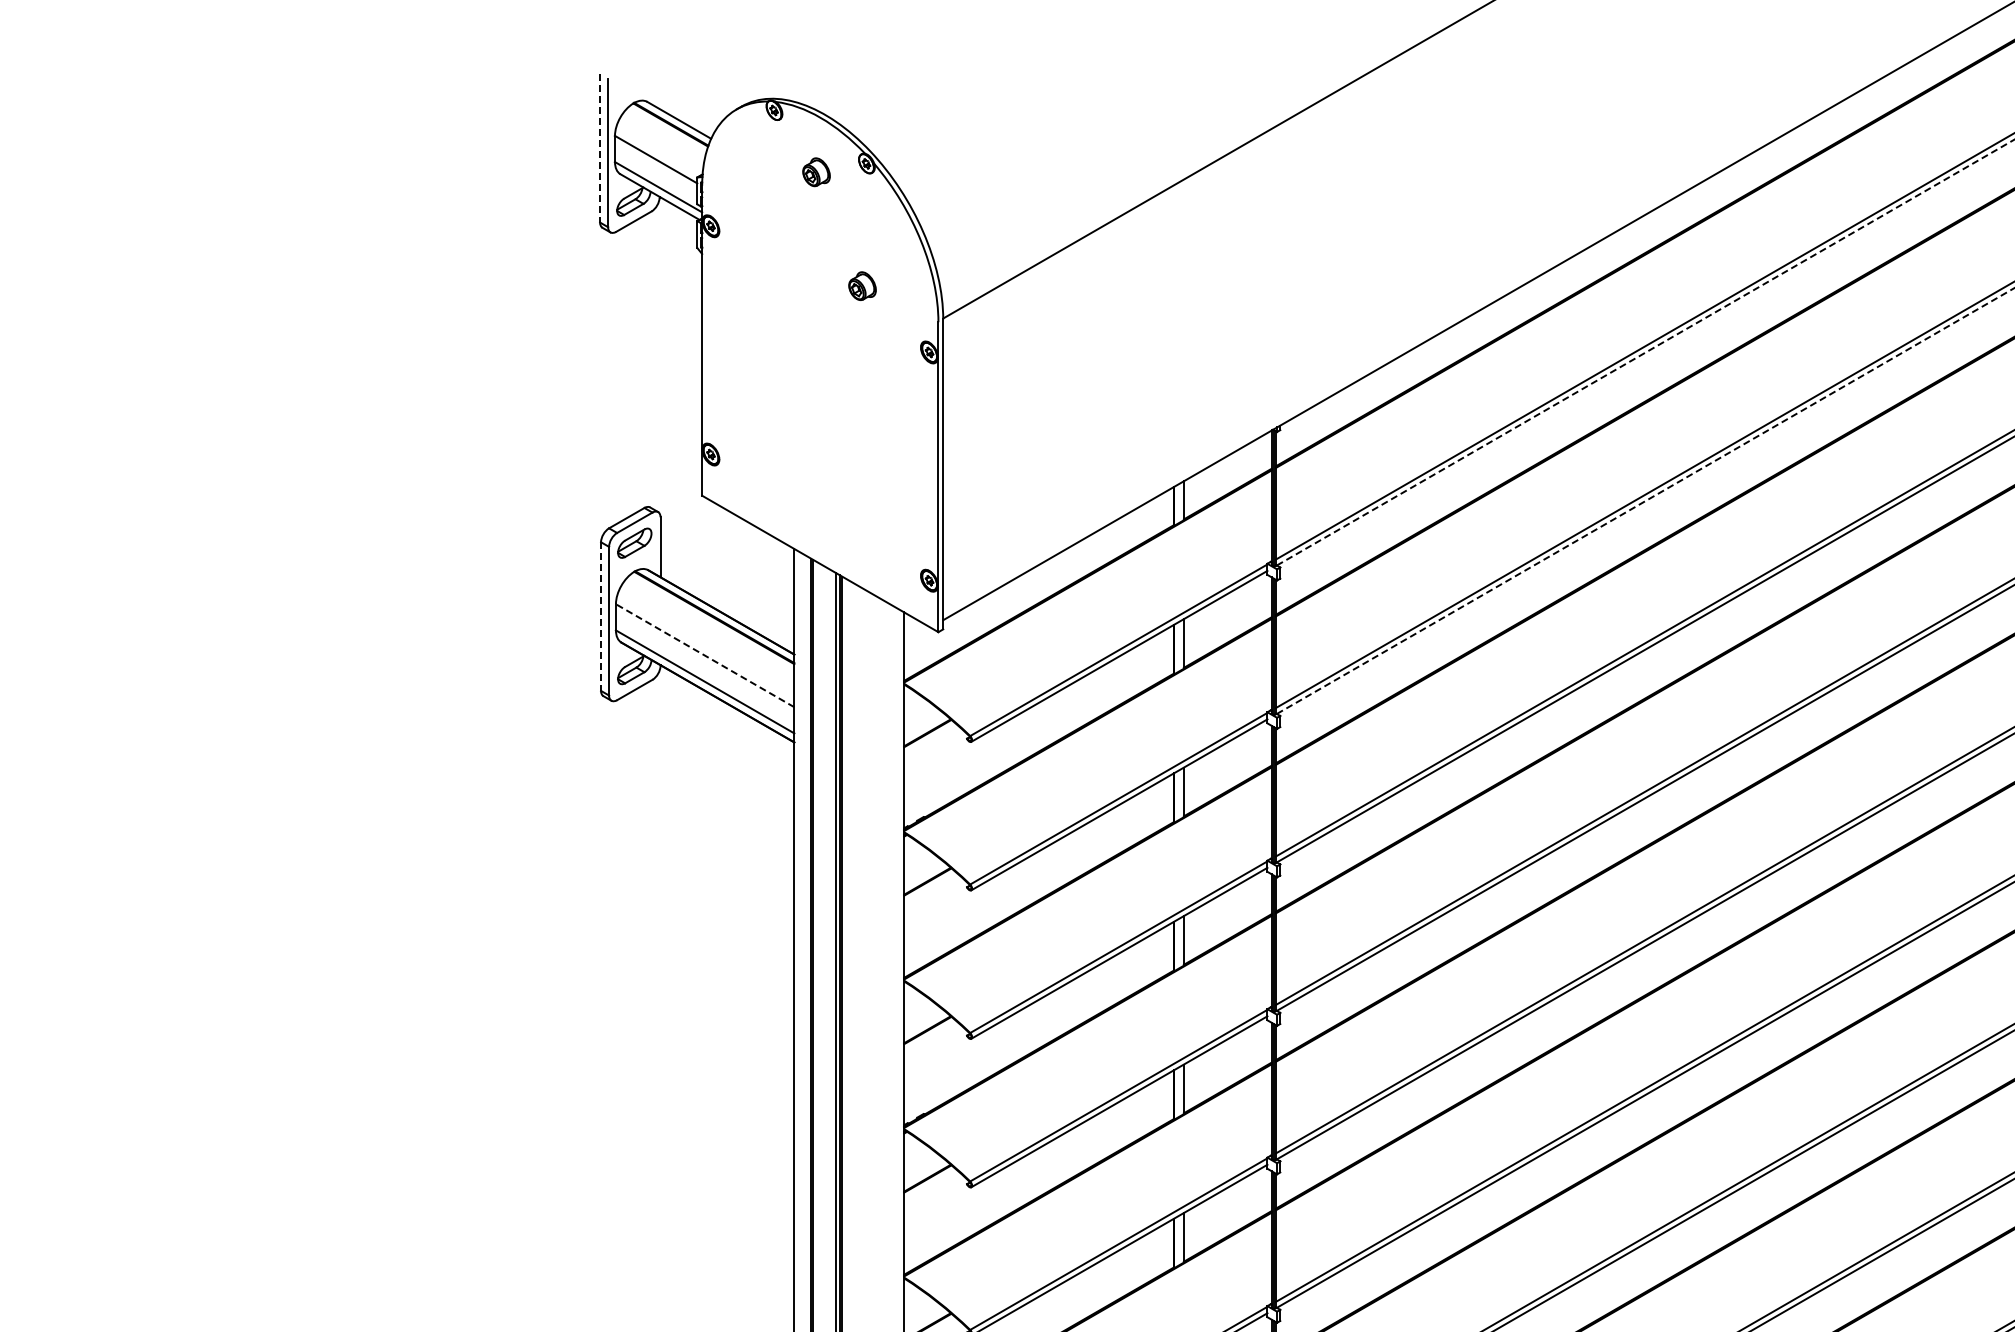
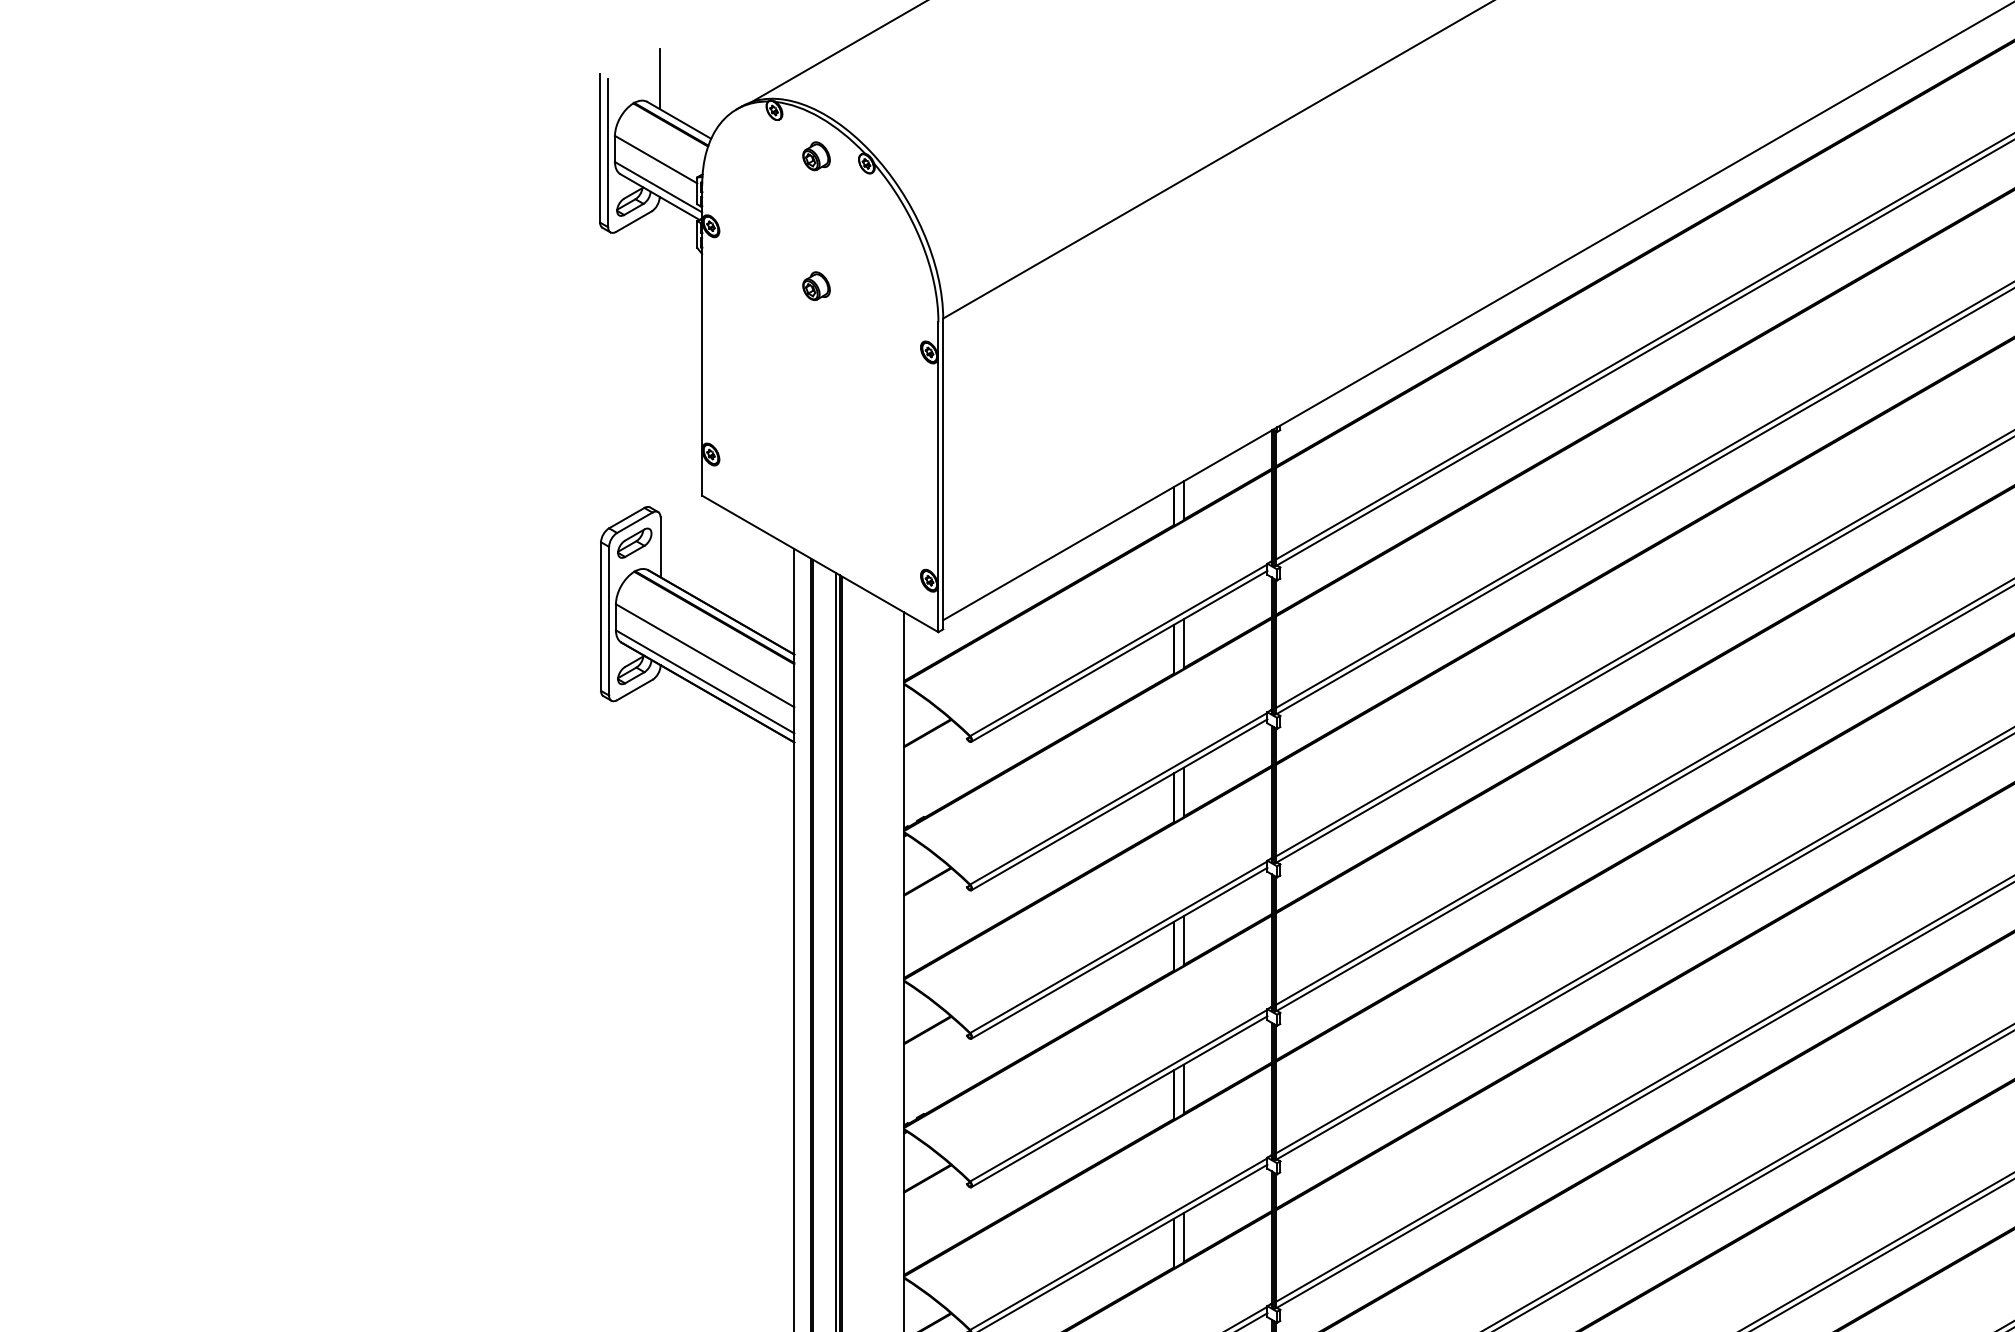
line at (837, 51): none -> present
line at (659, 78): none -> present
line at (600, 148): dashed -> solid
part at (816, 172) position: (816, 172) -> (816, 156)
part at (862, 285) position: (862, 285) -> (816, 285)
line at (1645, 352): dashed -> solid
line at (1645, 501): dashed -> solid
line at (601, 617): dashed -> solid
line at (704, 655): dashed -> solid
